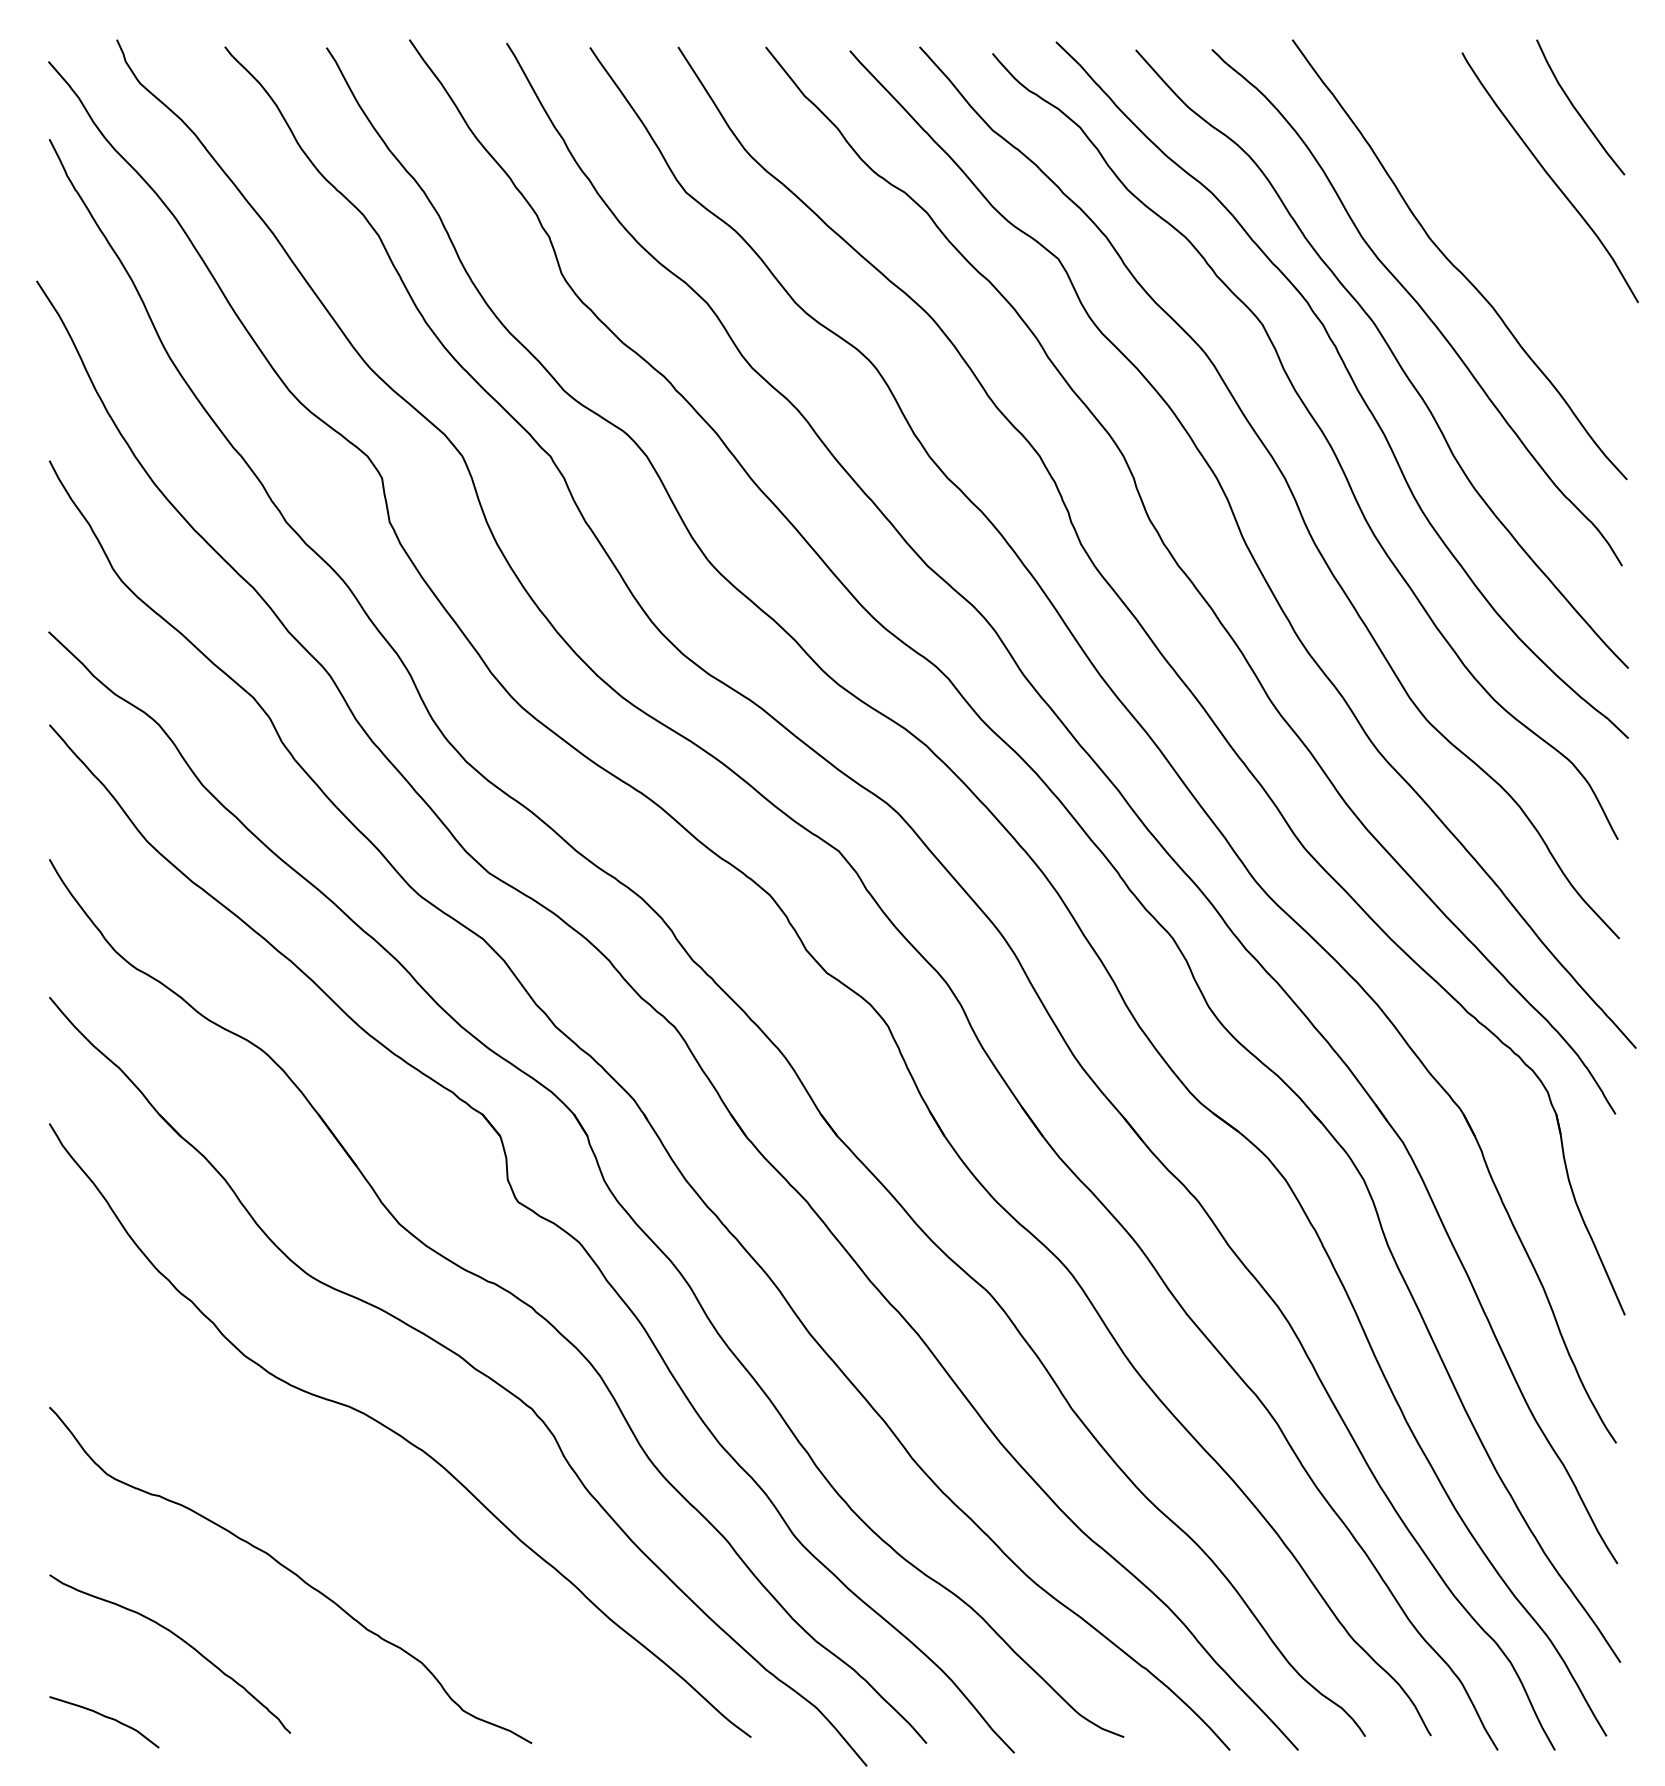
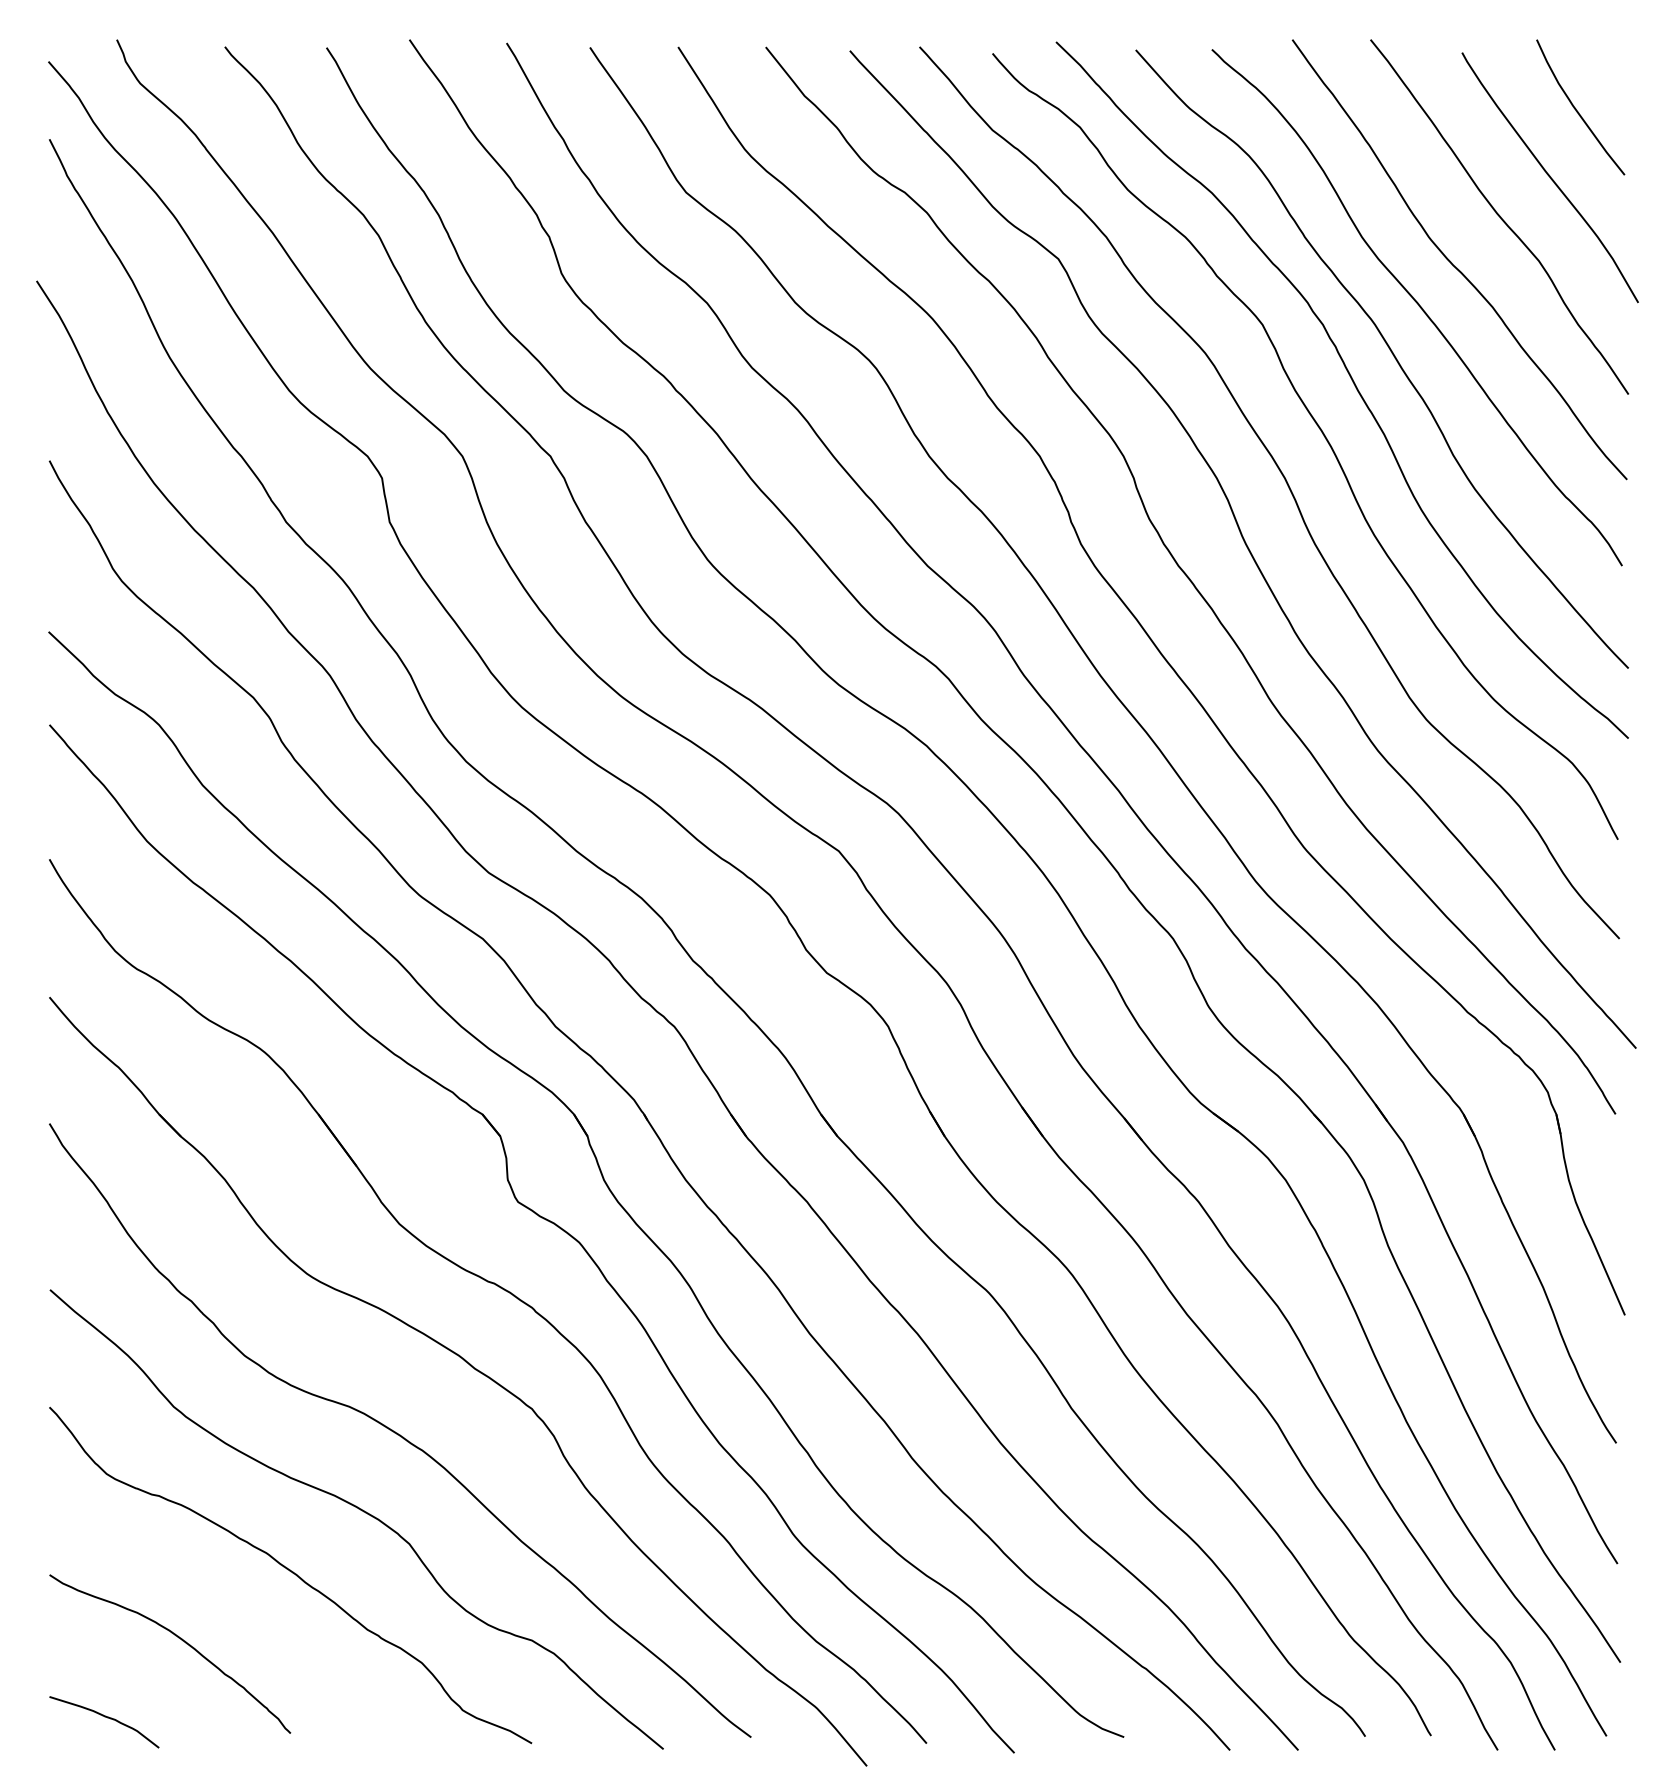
curve at (1499, 216): none -> present
curve at (360, 1510): none -> present
